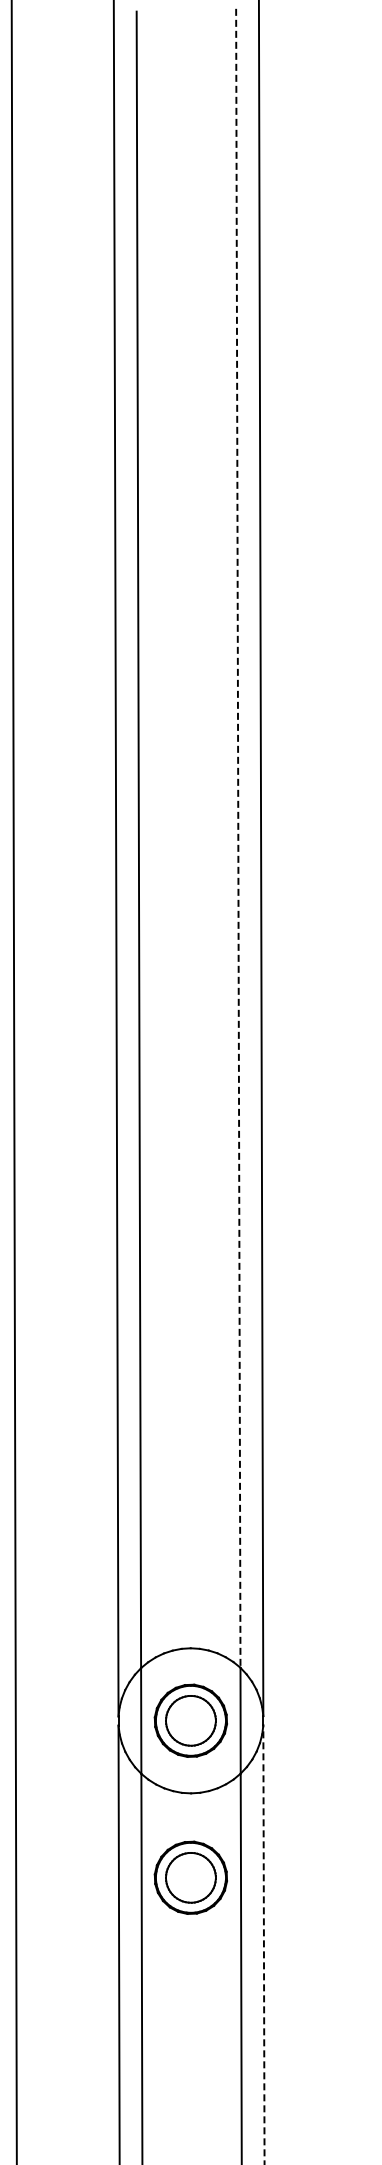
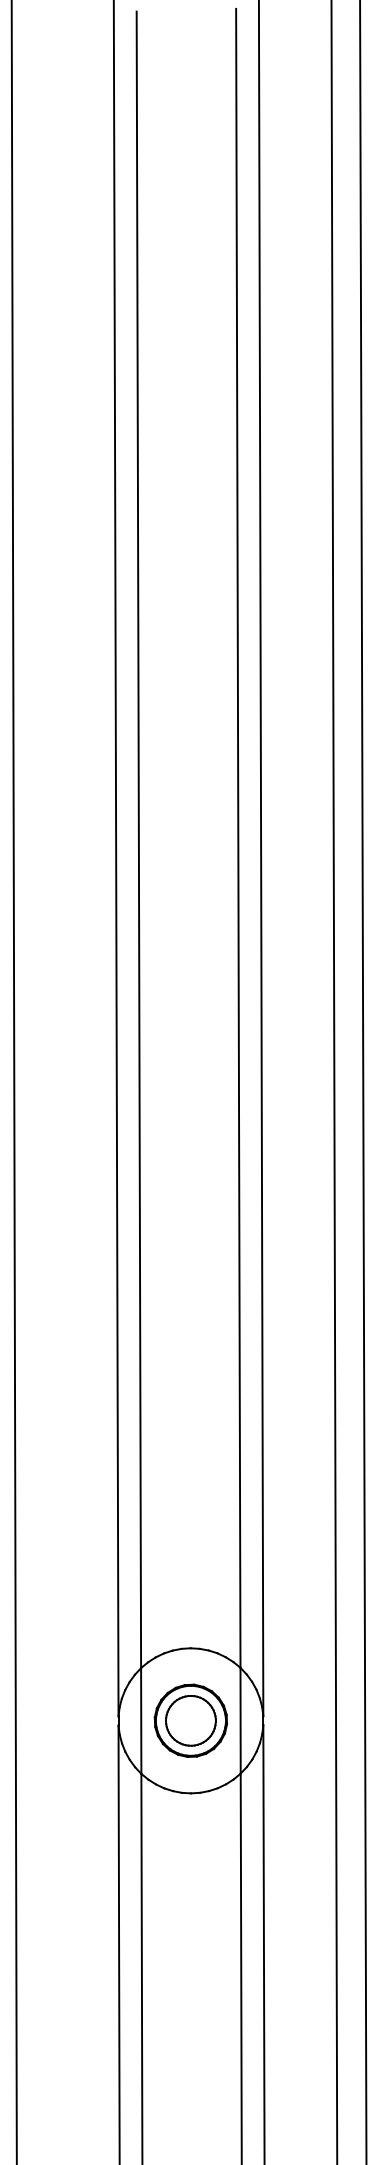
line at (238, 838): dashed -> solid
line at (334, 1081): none -> present
line at (363, 1081): none -> present
part at (190, 1877): present -> none
line at (263, 1945): dashed -> solid
